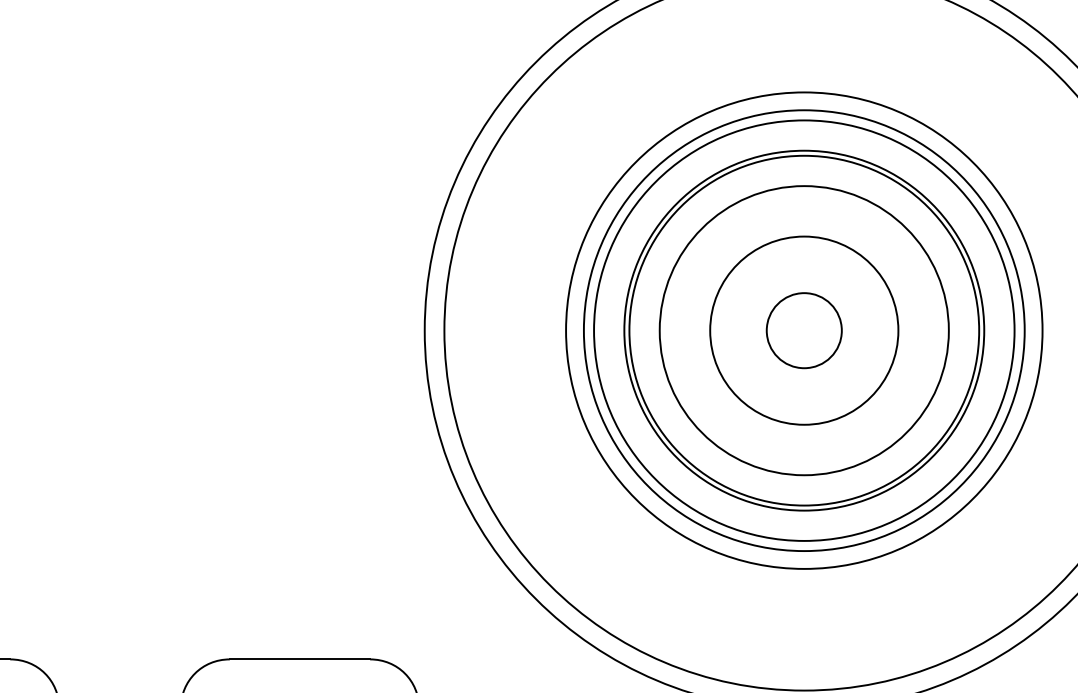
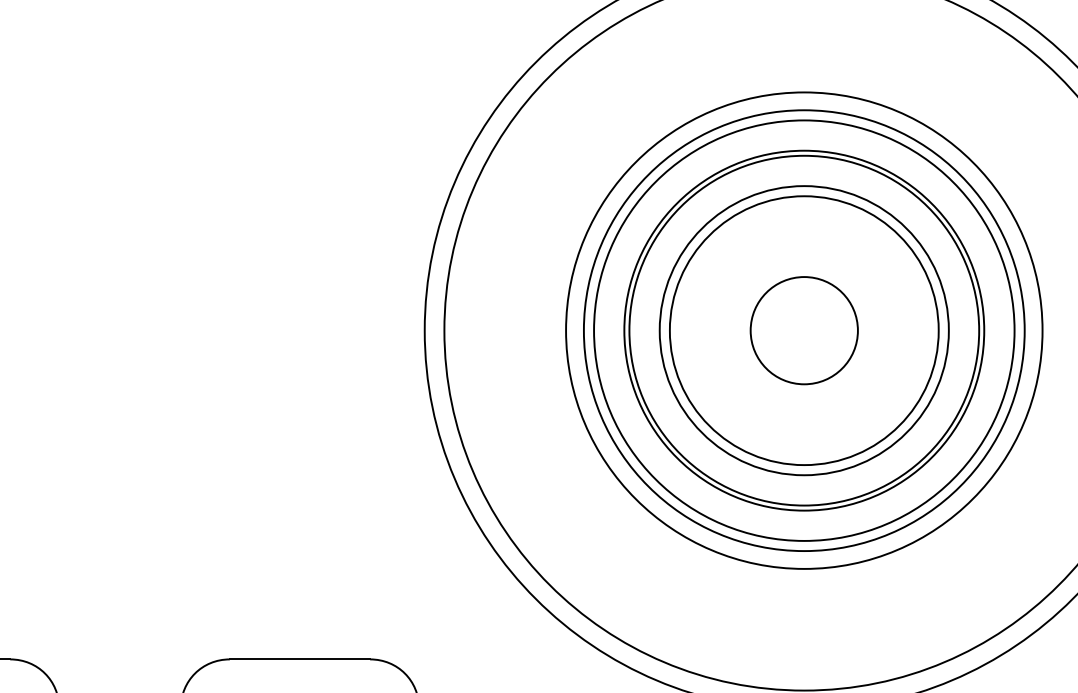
circle at (803, 330) diameter: 75 px -> 107 px
circle at (804, 330) diameter: 188 px -> 269 px
